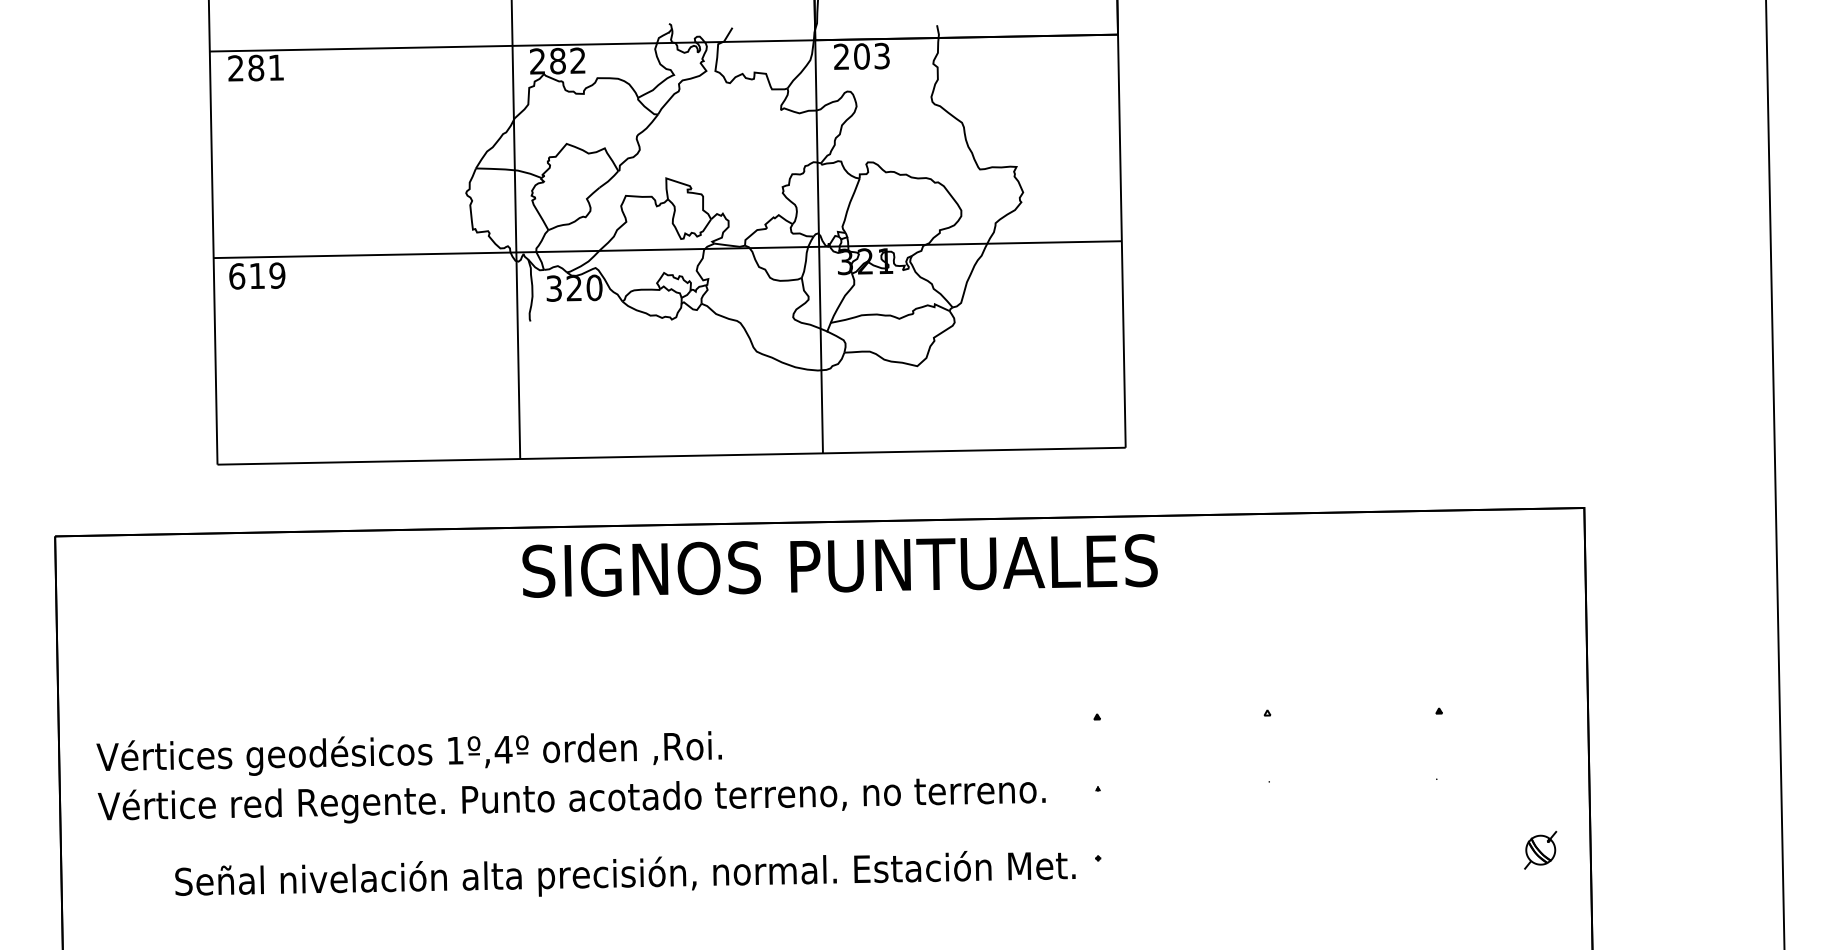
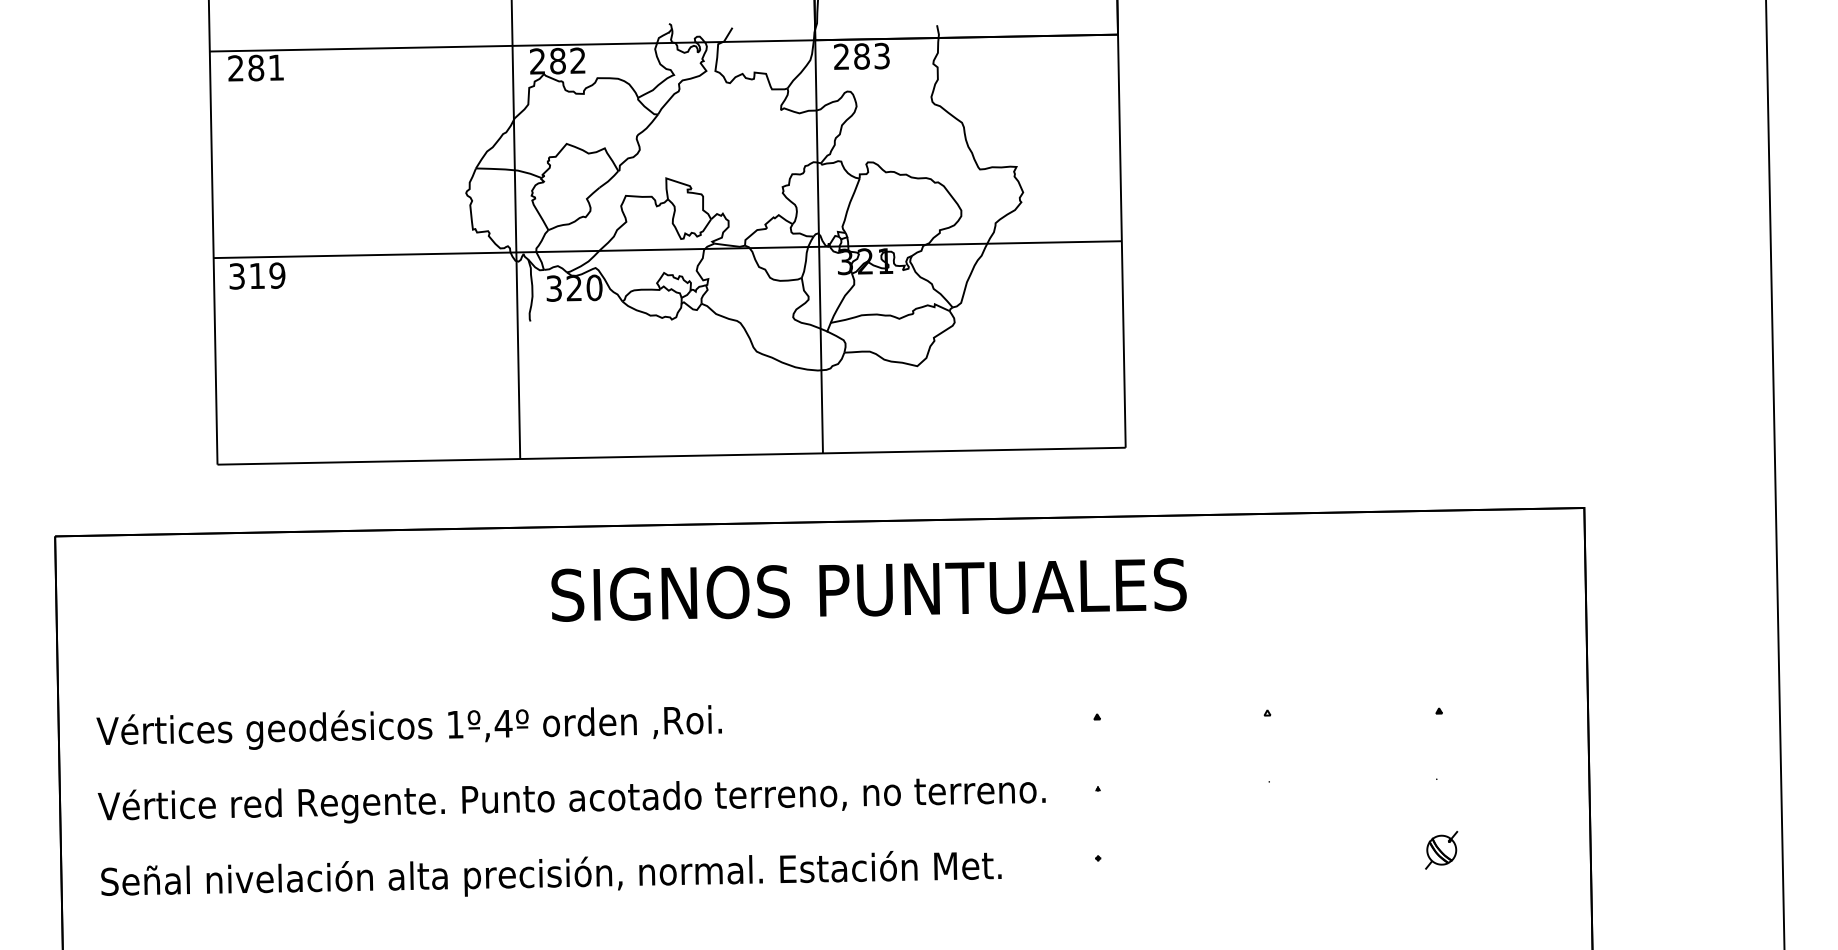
text at (861, 56): 203 -> 283
text at (237, 276): 619 -> 319
text at (839, 565) position: (839, 565) -> (868, 589)
text at (408, 753) position: (408, 753) -> (408, 727)
part at (1540, 850) position: (1540, 850) -> (1441, 850)
text at (625, 873) position: (625, 873) -> (551, 873)
